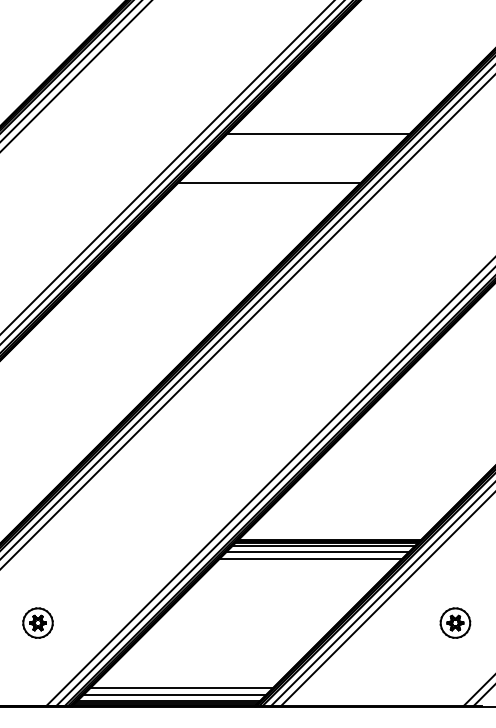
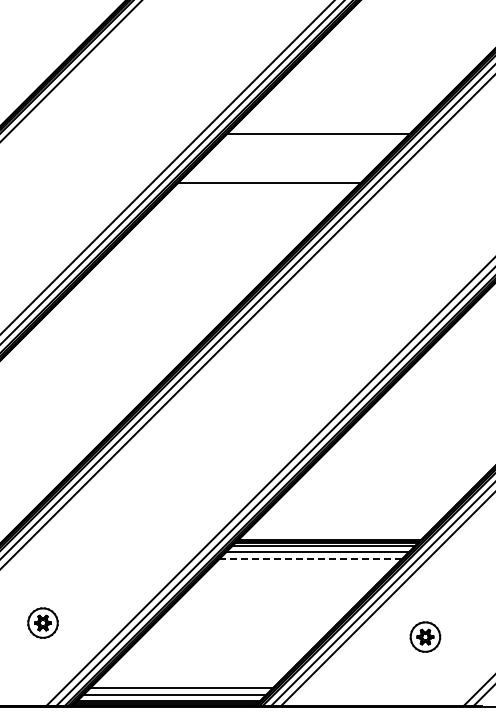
line at (76, 76): present -> none
line at (310, 558): solid -> dashed
part at (37, 622) position: (37, 622) -> (42, 622)
part at (455, 622) position: (455, 622) -> (425, 636)
